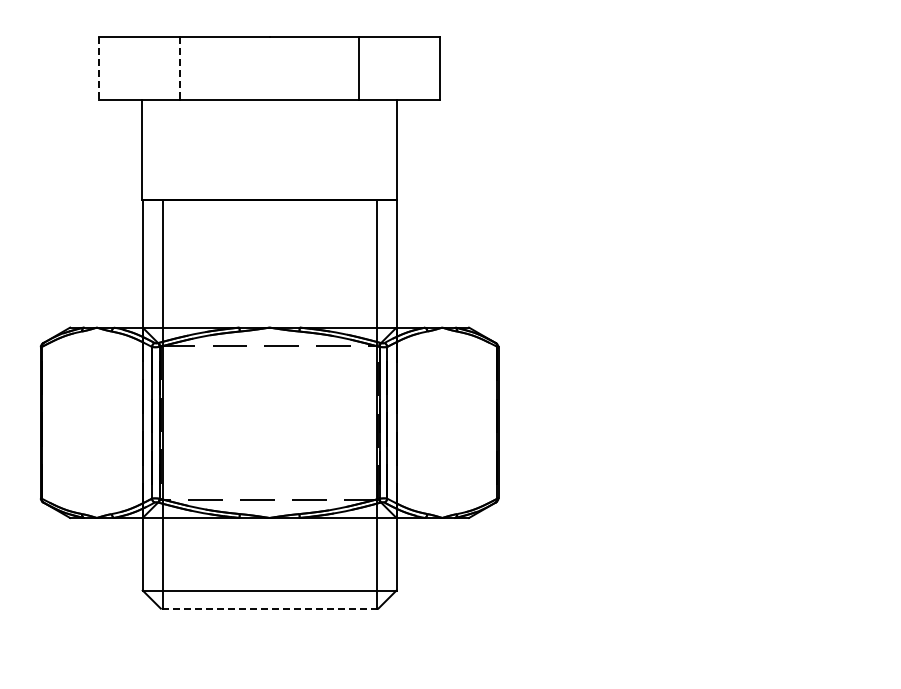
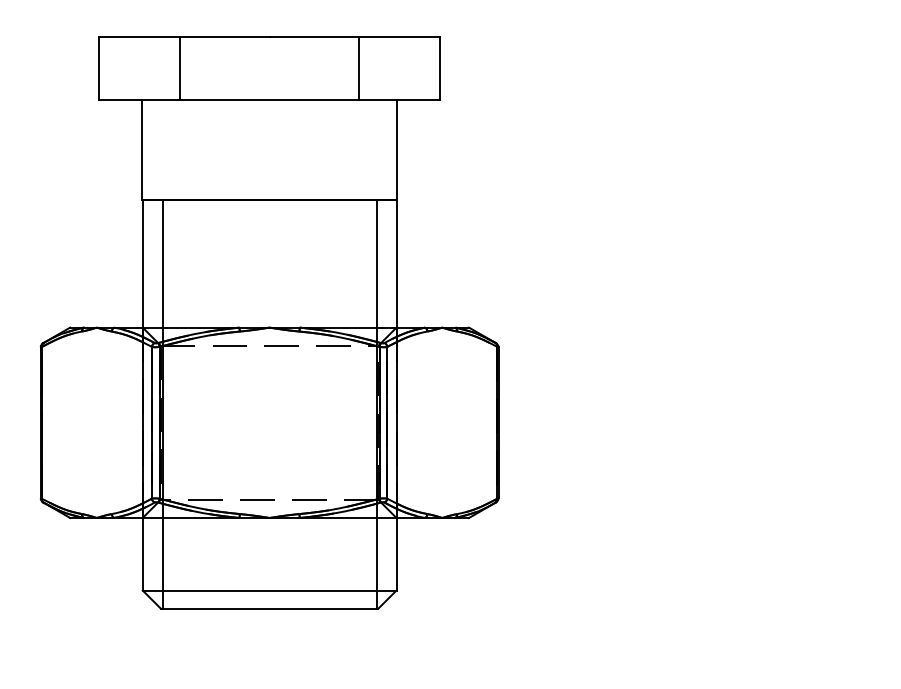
line at (99, 68): dashed -> solid
line at (180, 68): dashed -> solid
line at (269, 608): dashed -> solid
